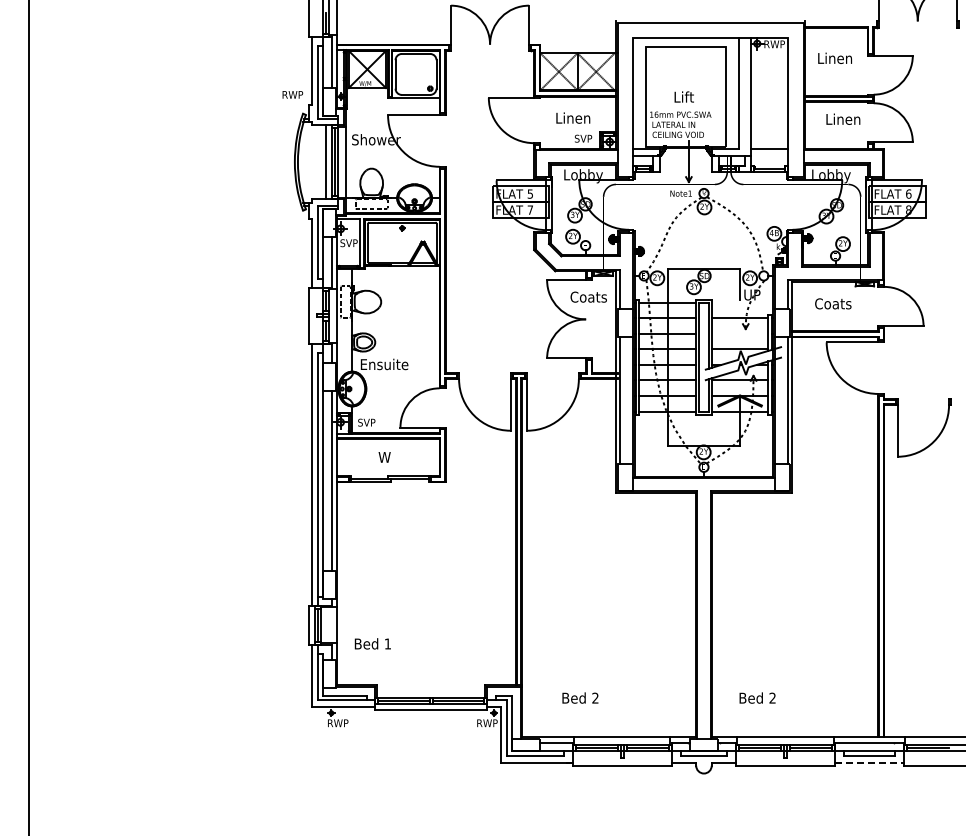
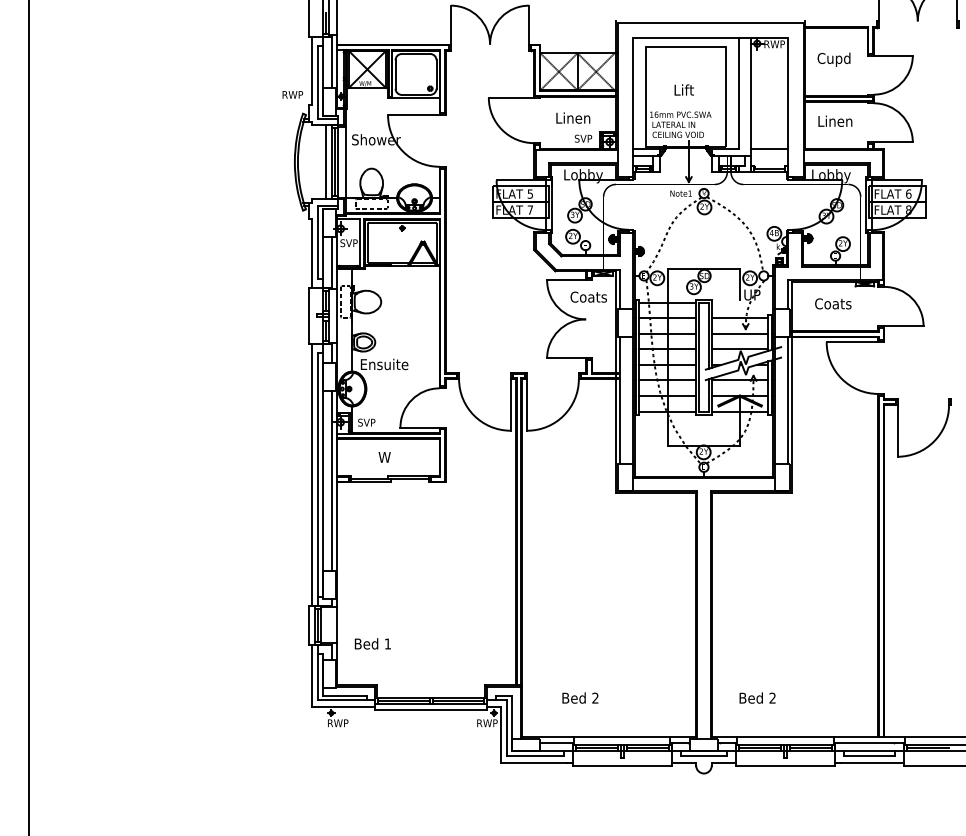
text at (834, 59): Linen -> Cupd
text at (683, 96) position: (683, 96) -> (683, 89)
text at (843, 118) position: (843, 118) -> (835, 120)
line at (739, 333): none -> present
line at (869, 762): dashed -> solid
